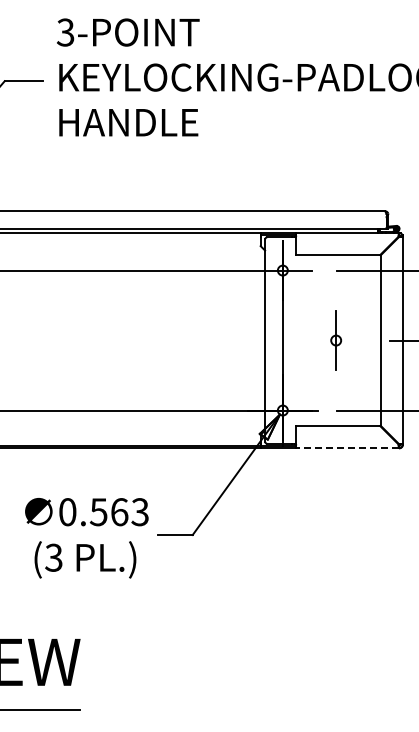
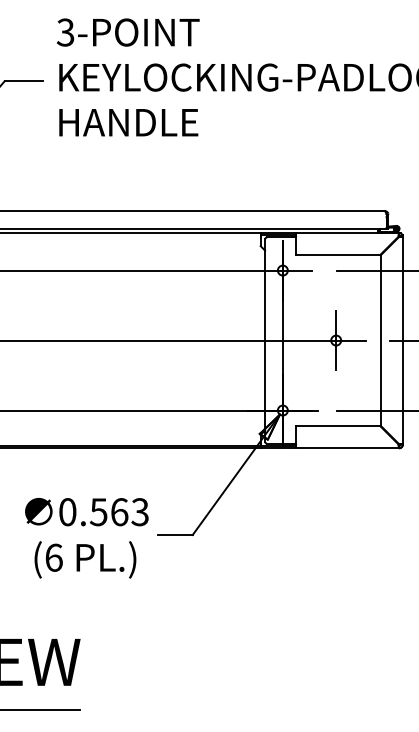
line at (183, 340): none -> present
line at (347, 448): dashed -> solid
text at (53, 557): (3 -> (6
